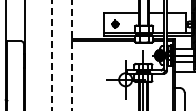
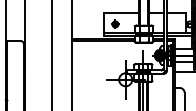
line at (52, 55): dashed -> solid
line at (72, 55): dashed -> solid
